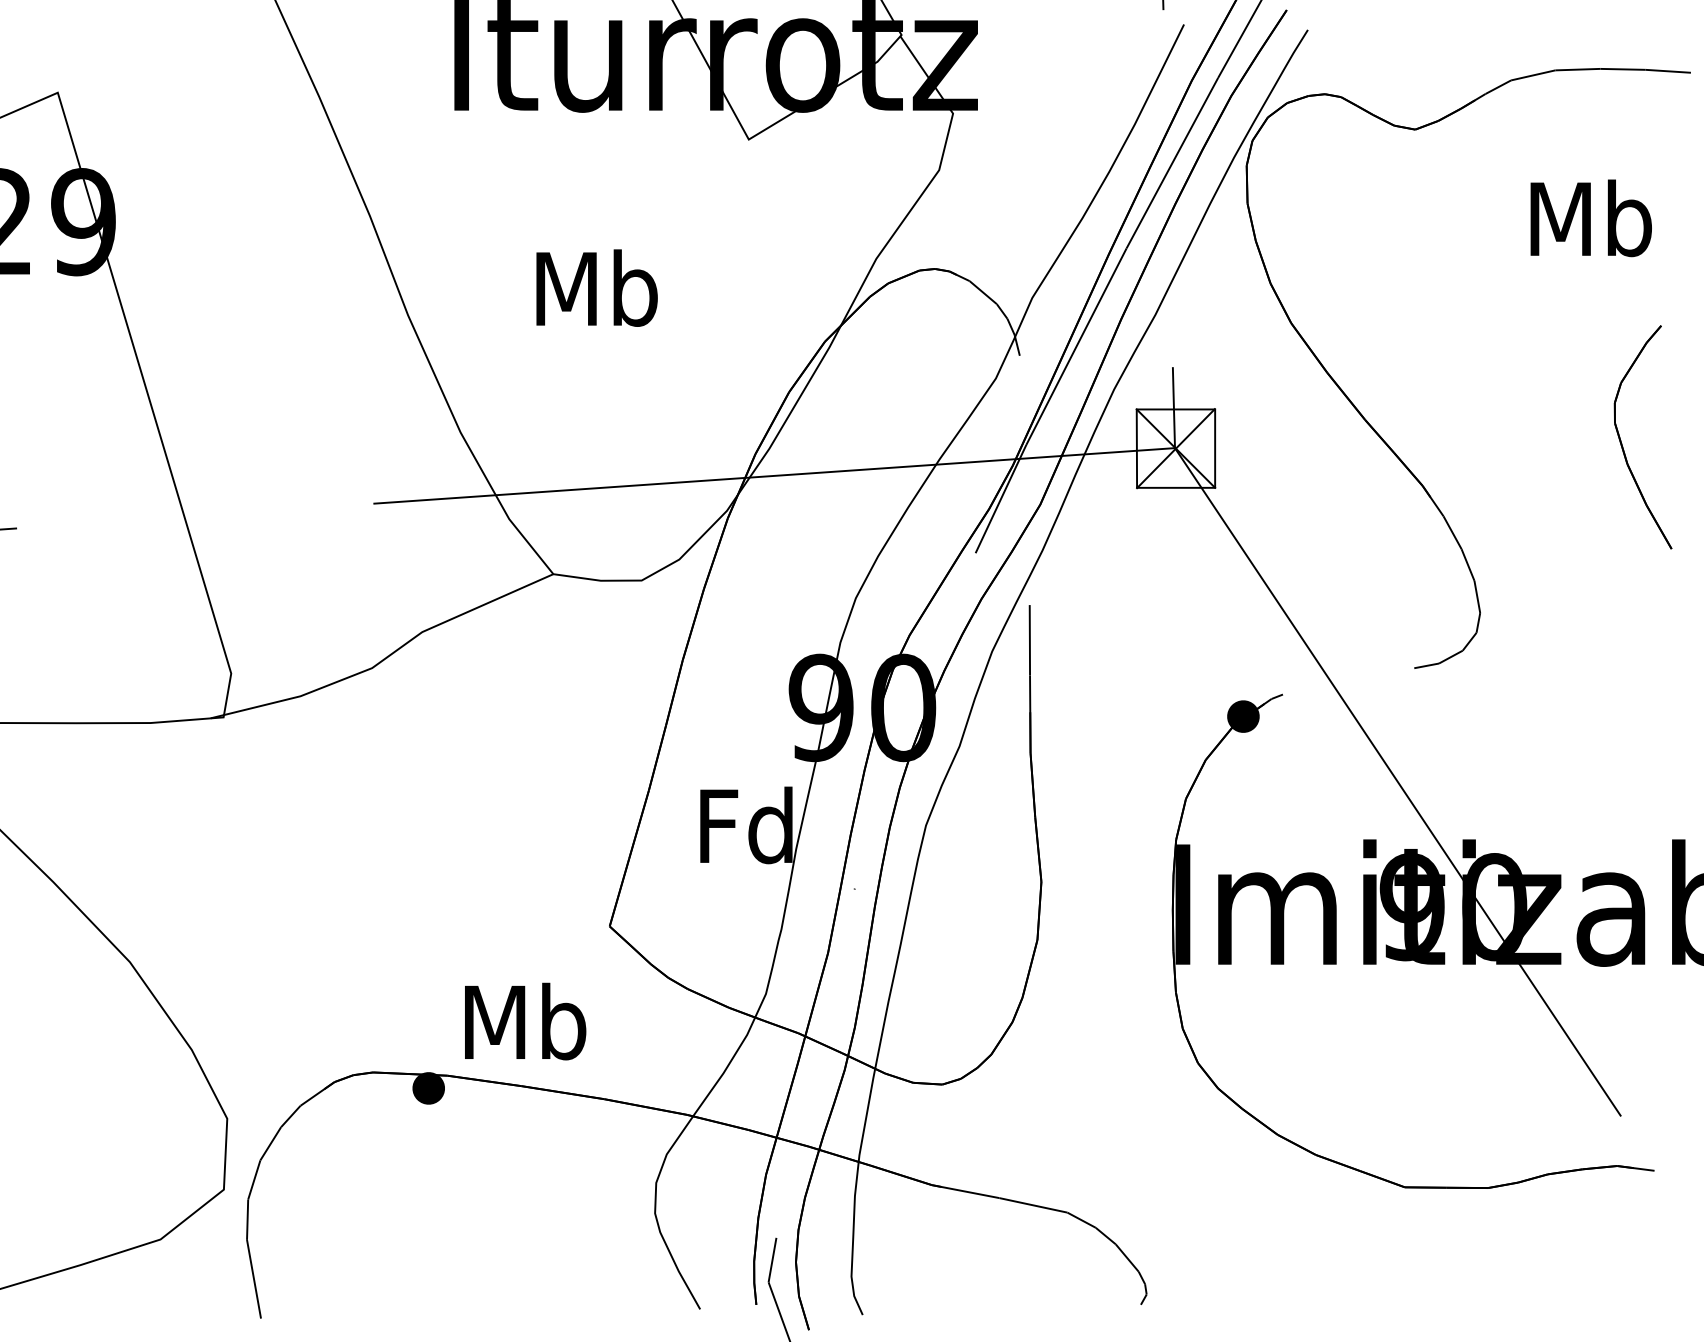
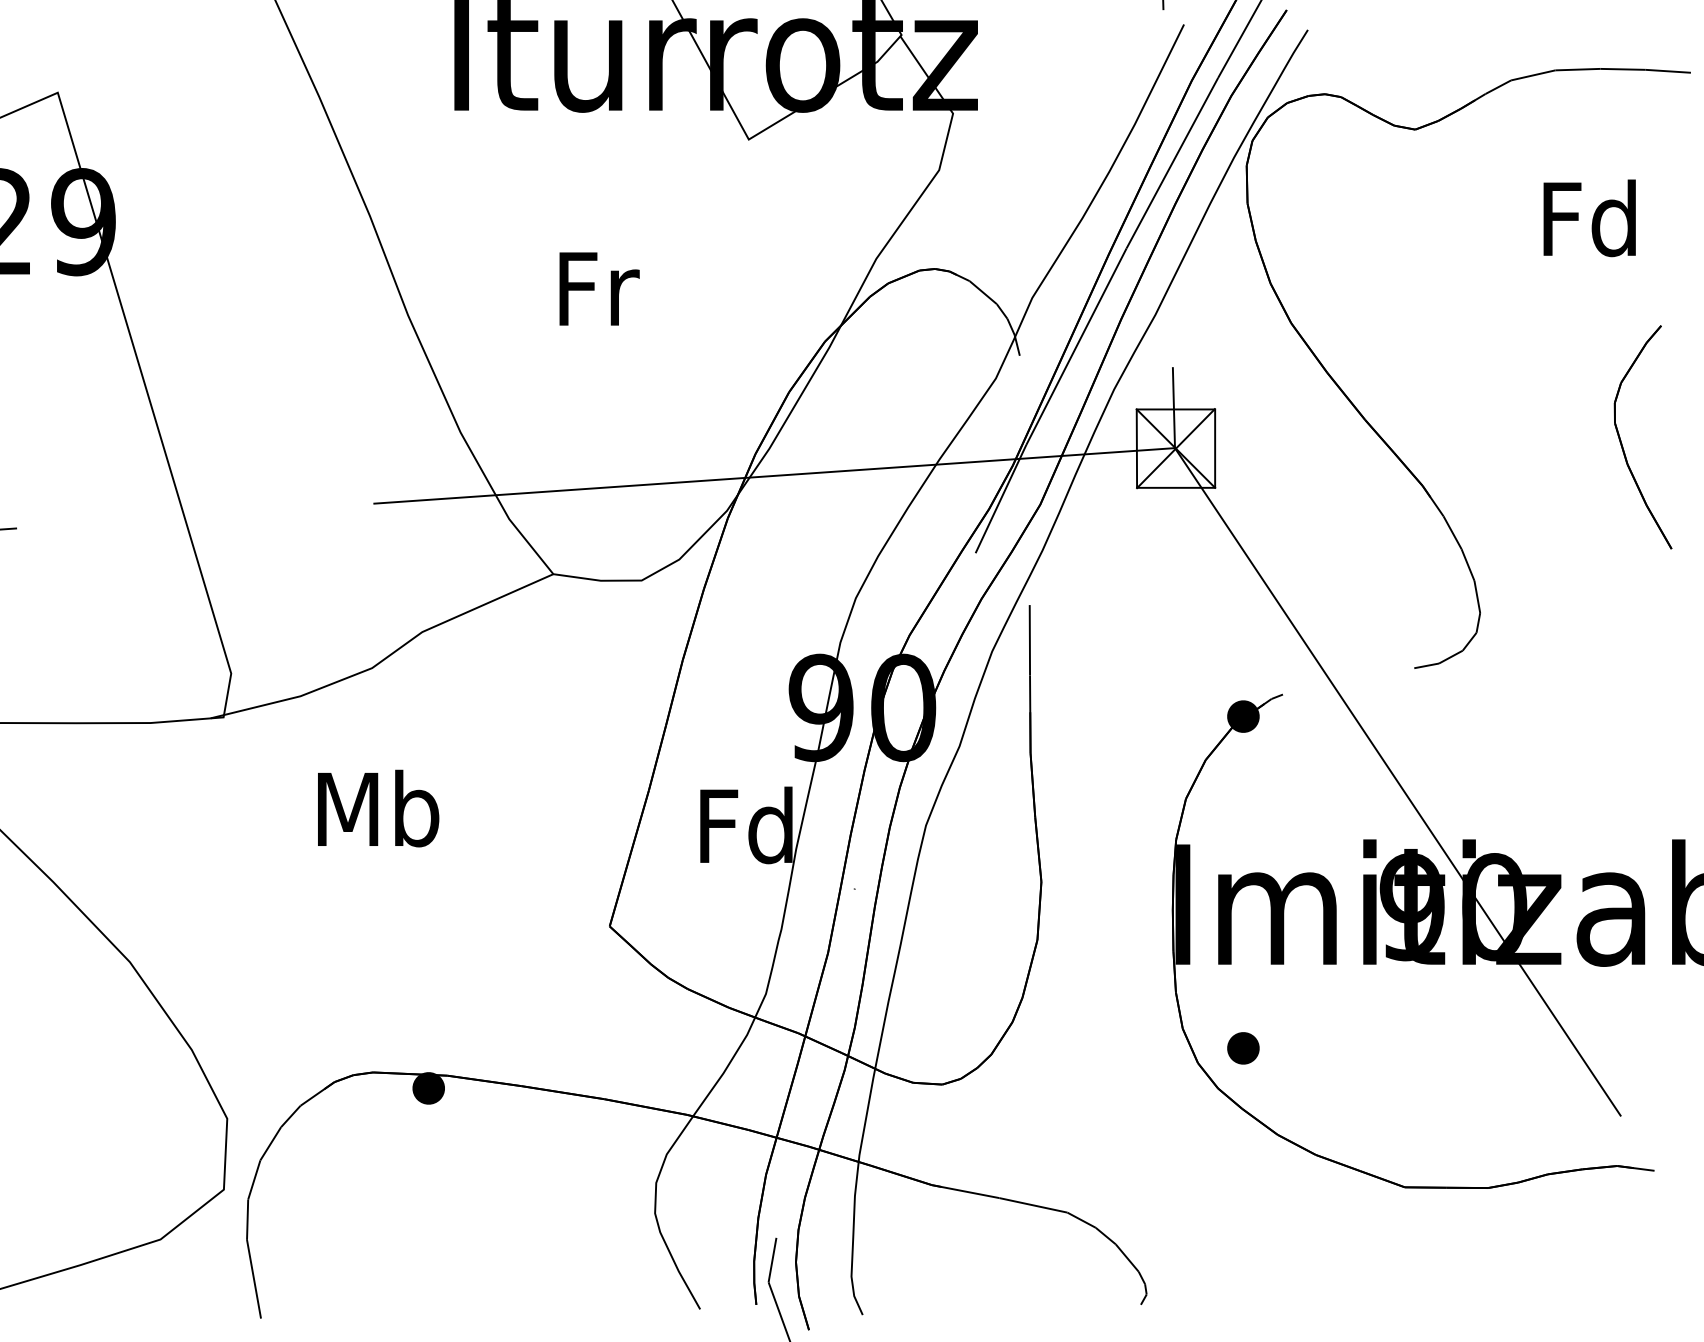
text at (1590, 218): Mb -> Fd
text at (596, 287): Mb -> Fr
text at (525, 1021) position: (525, 1021) -> (378, 808)
part at (1243, 1048): none -> present
